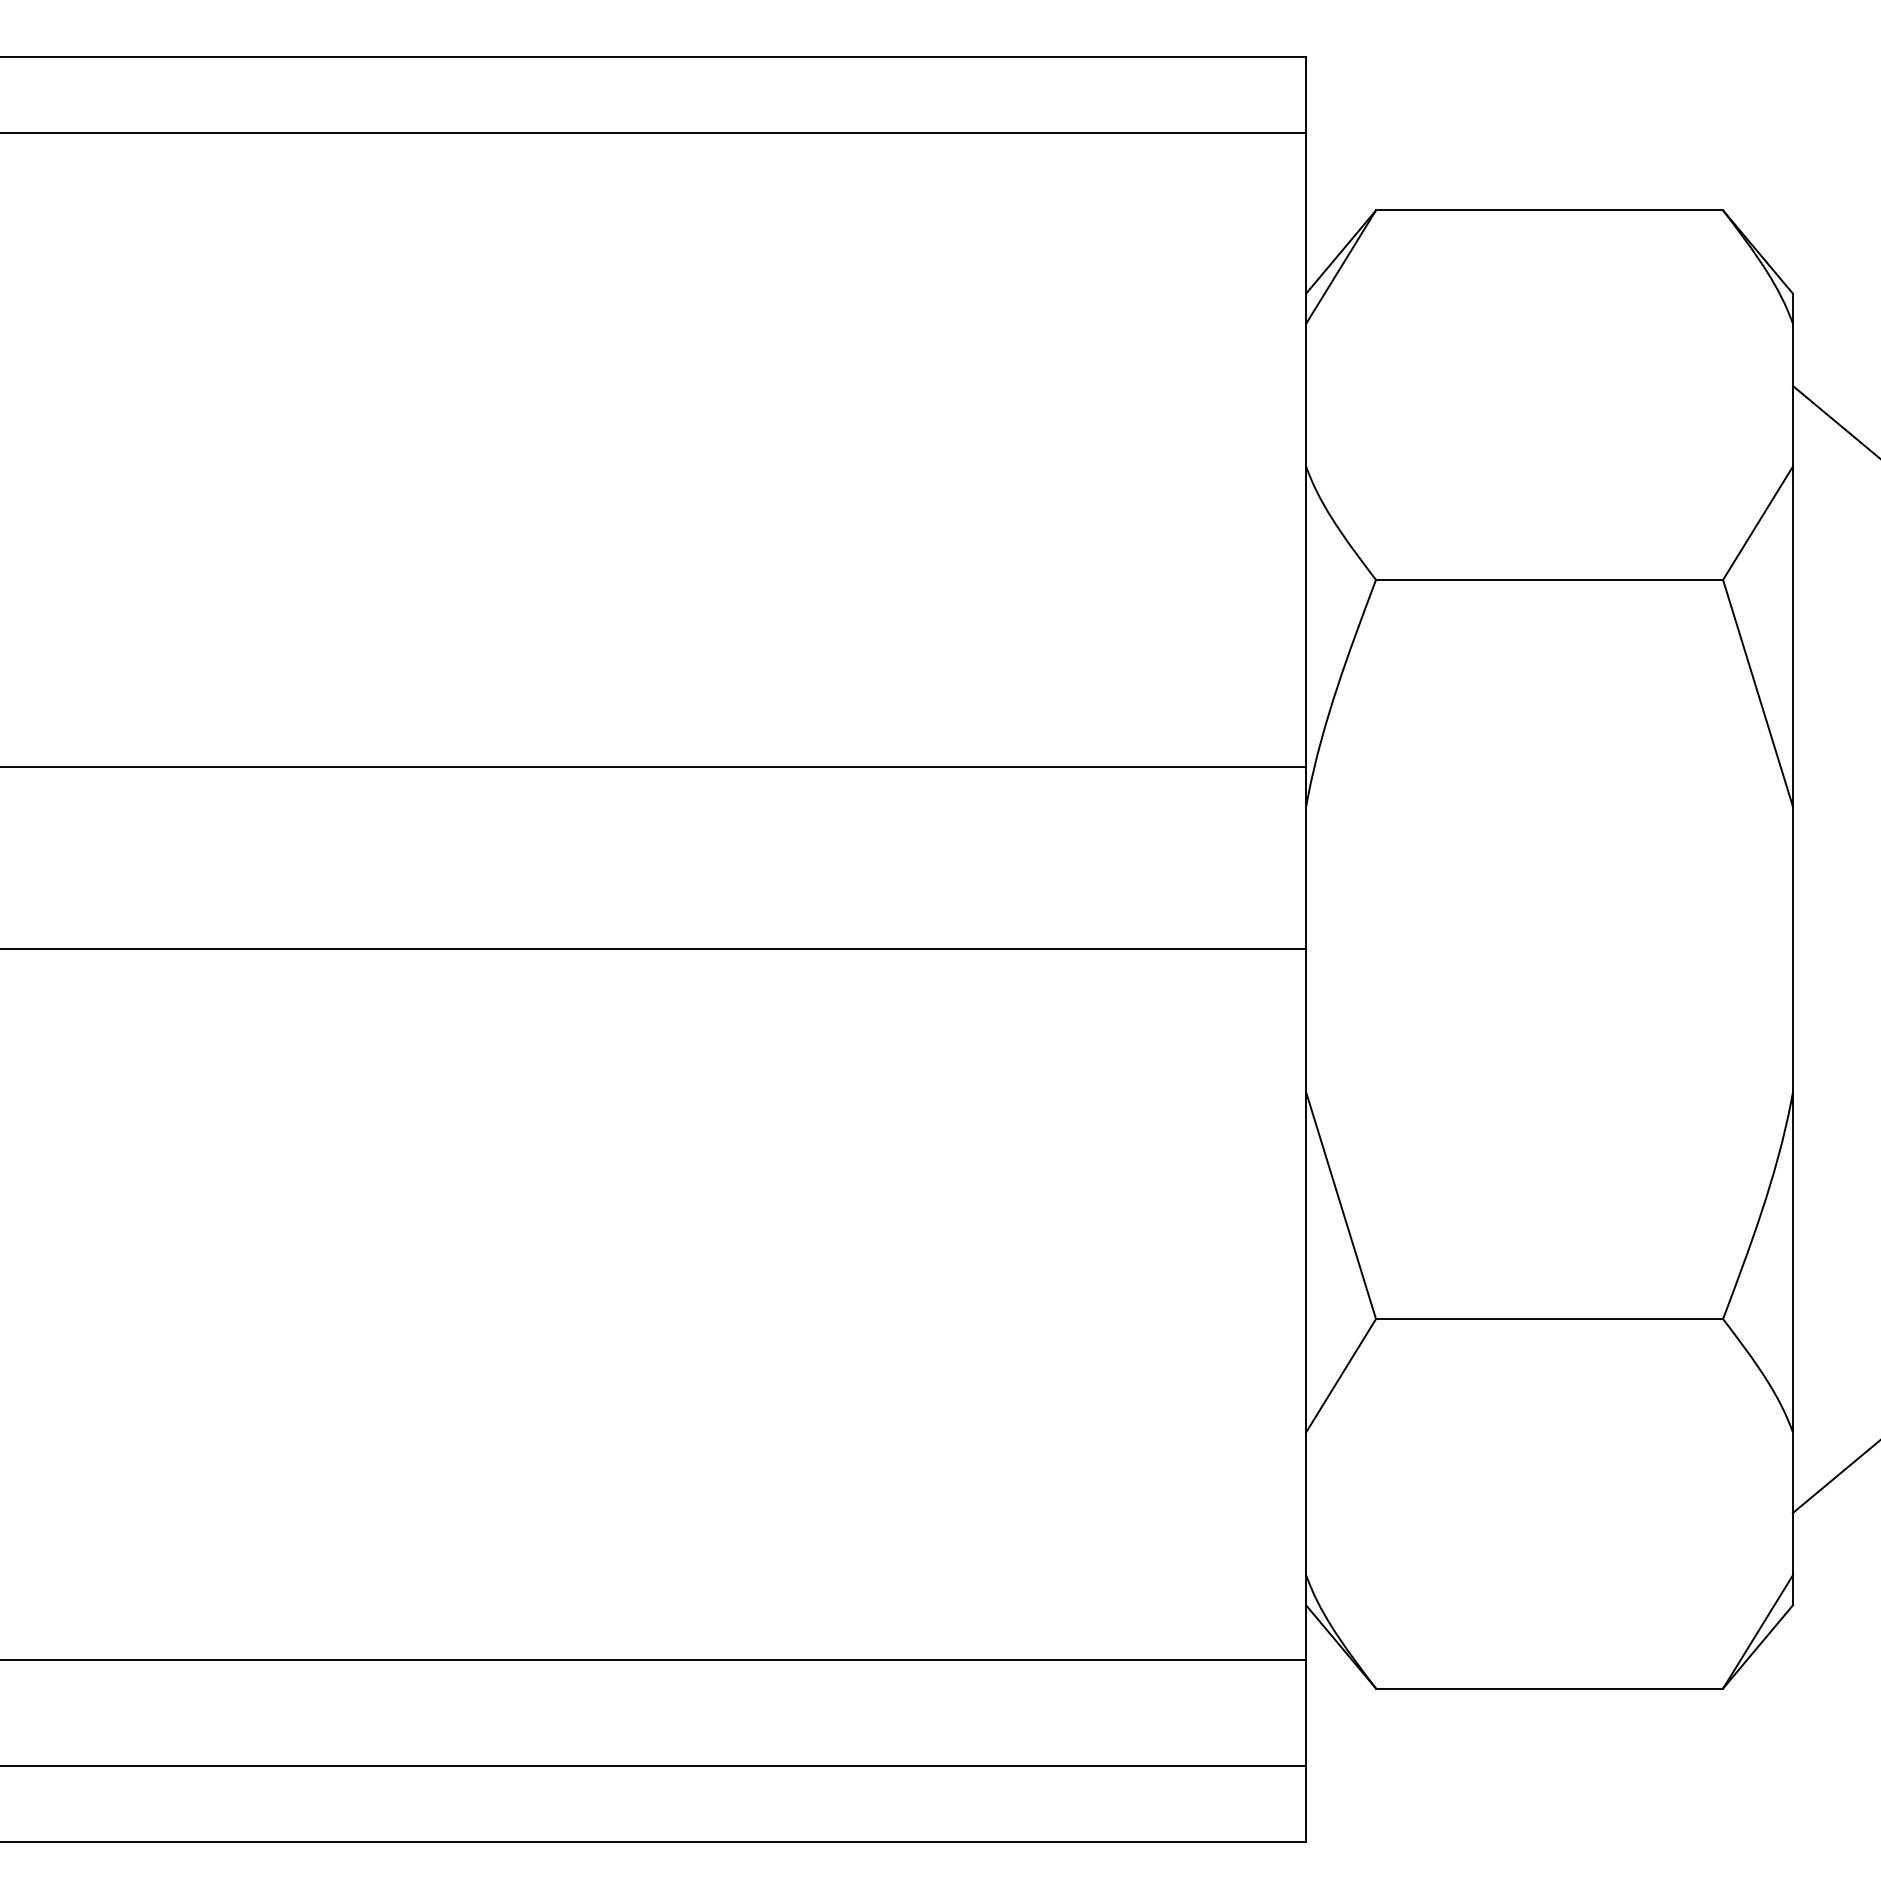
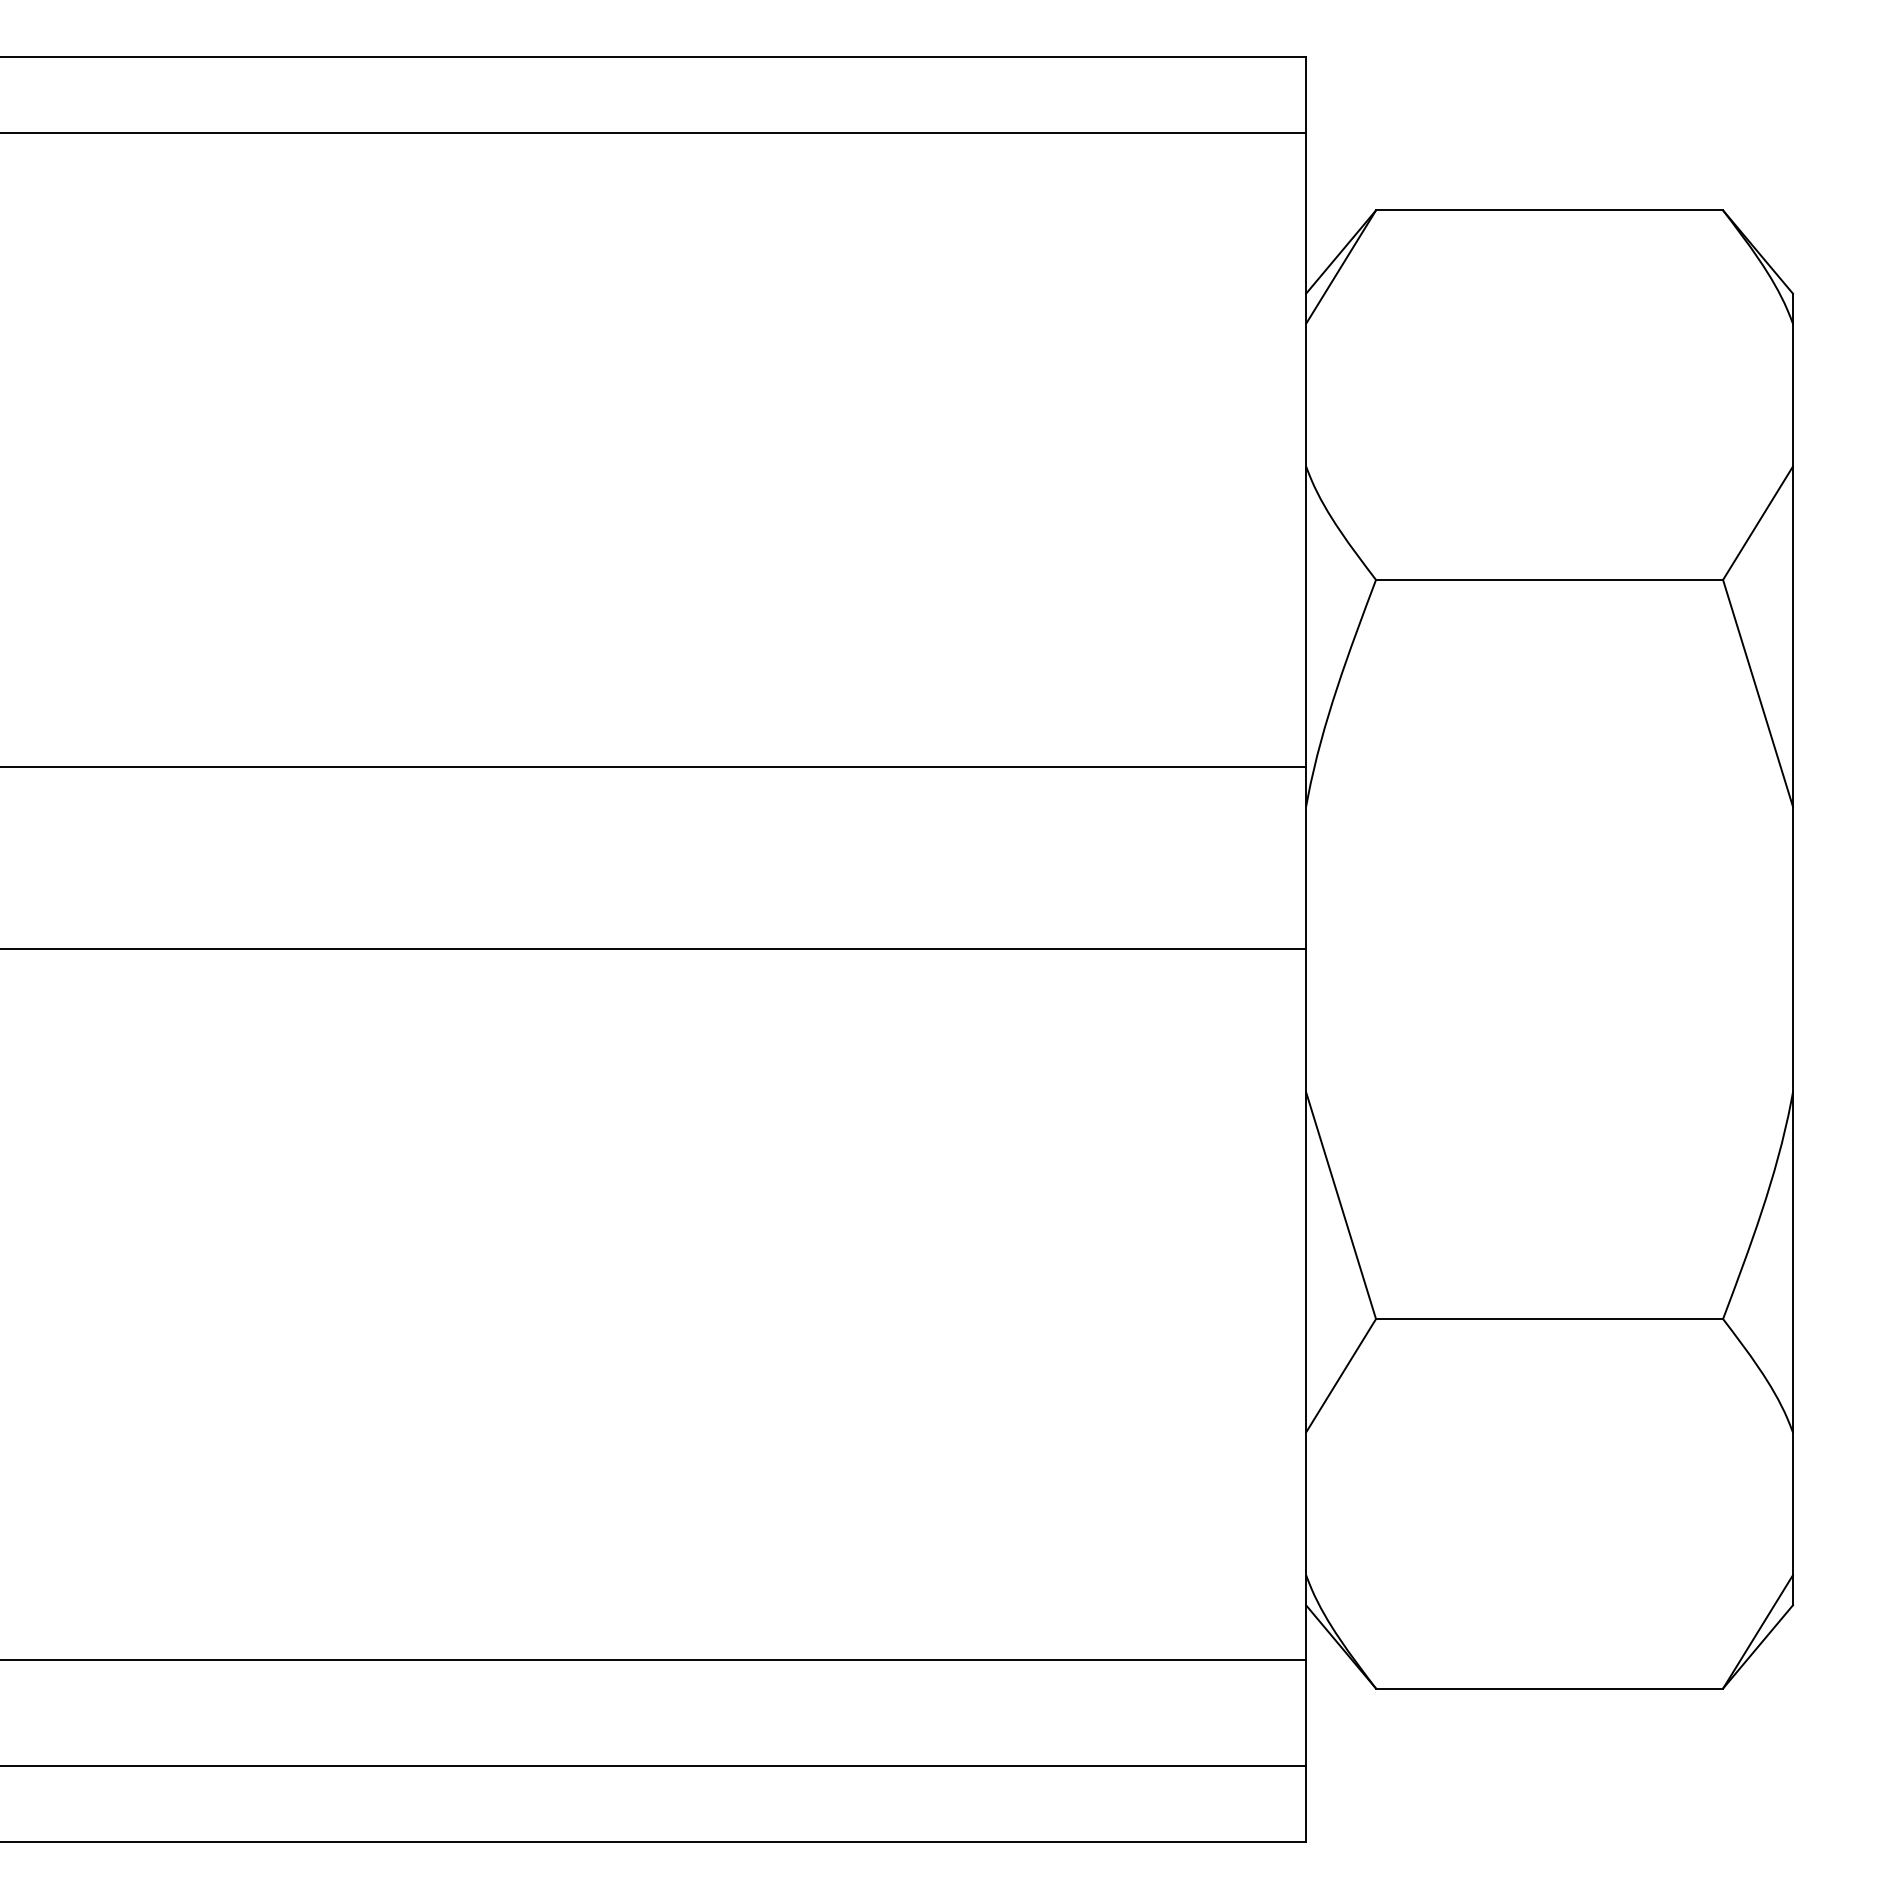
line at (1834, 421): present -> none
line at (1834, 1477): present -> none
